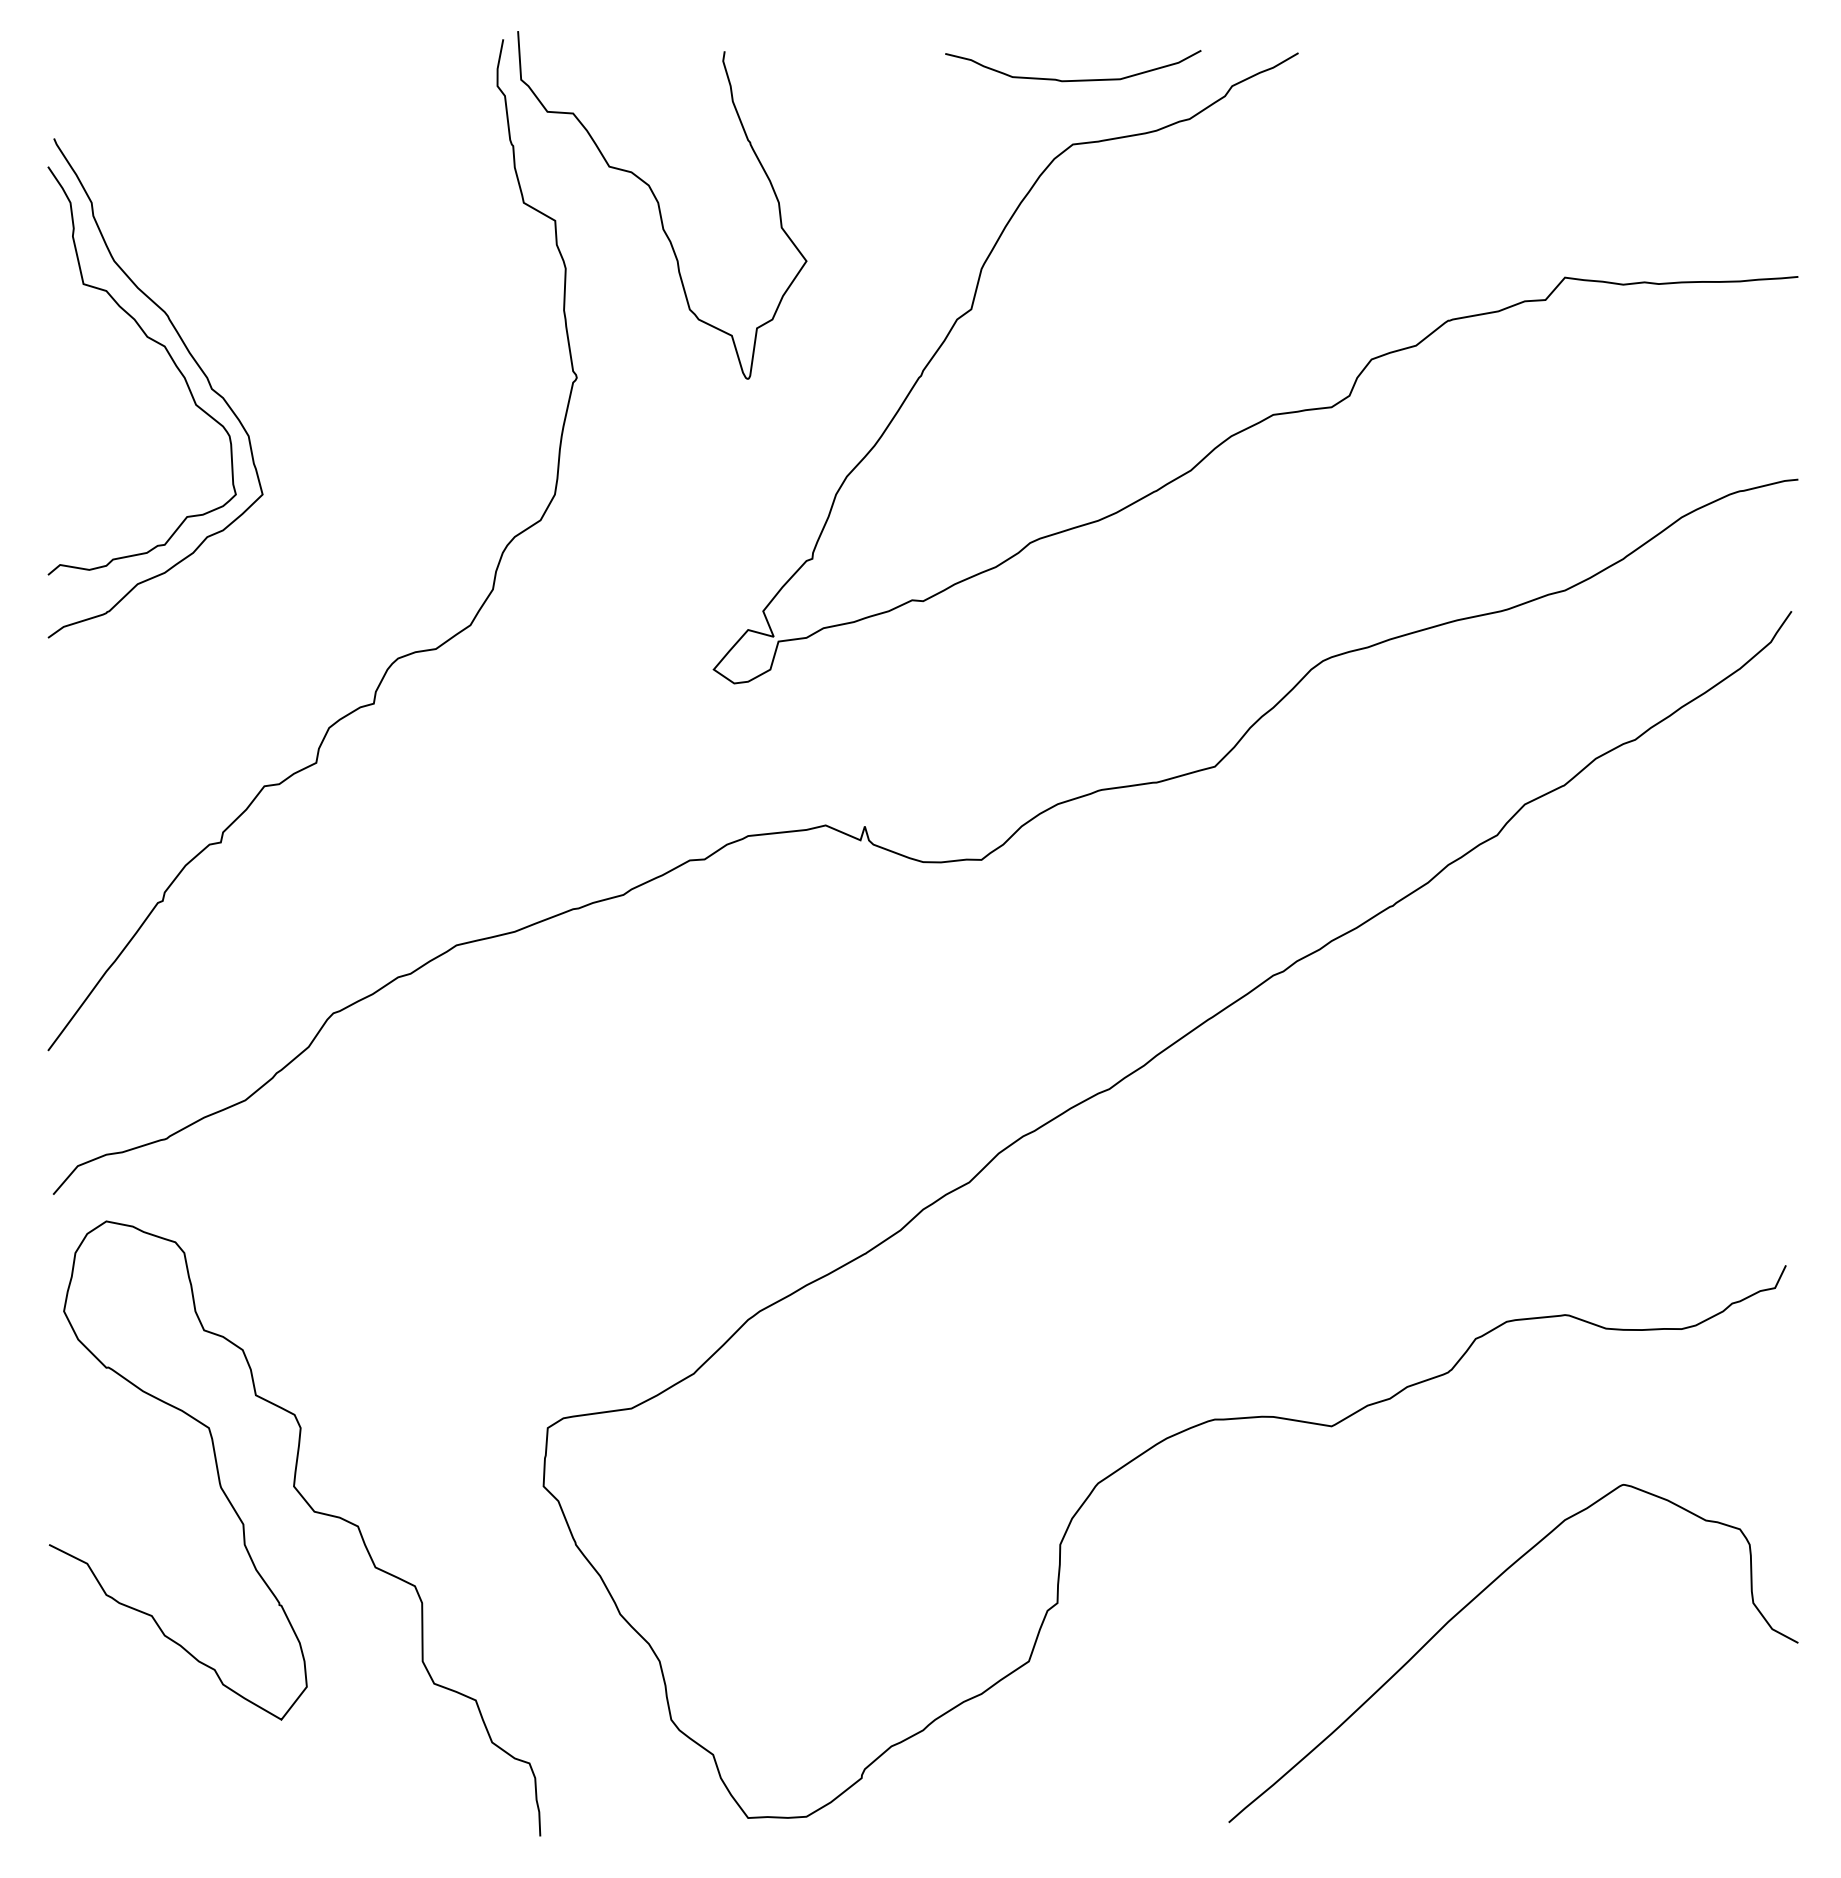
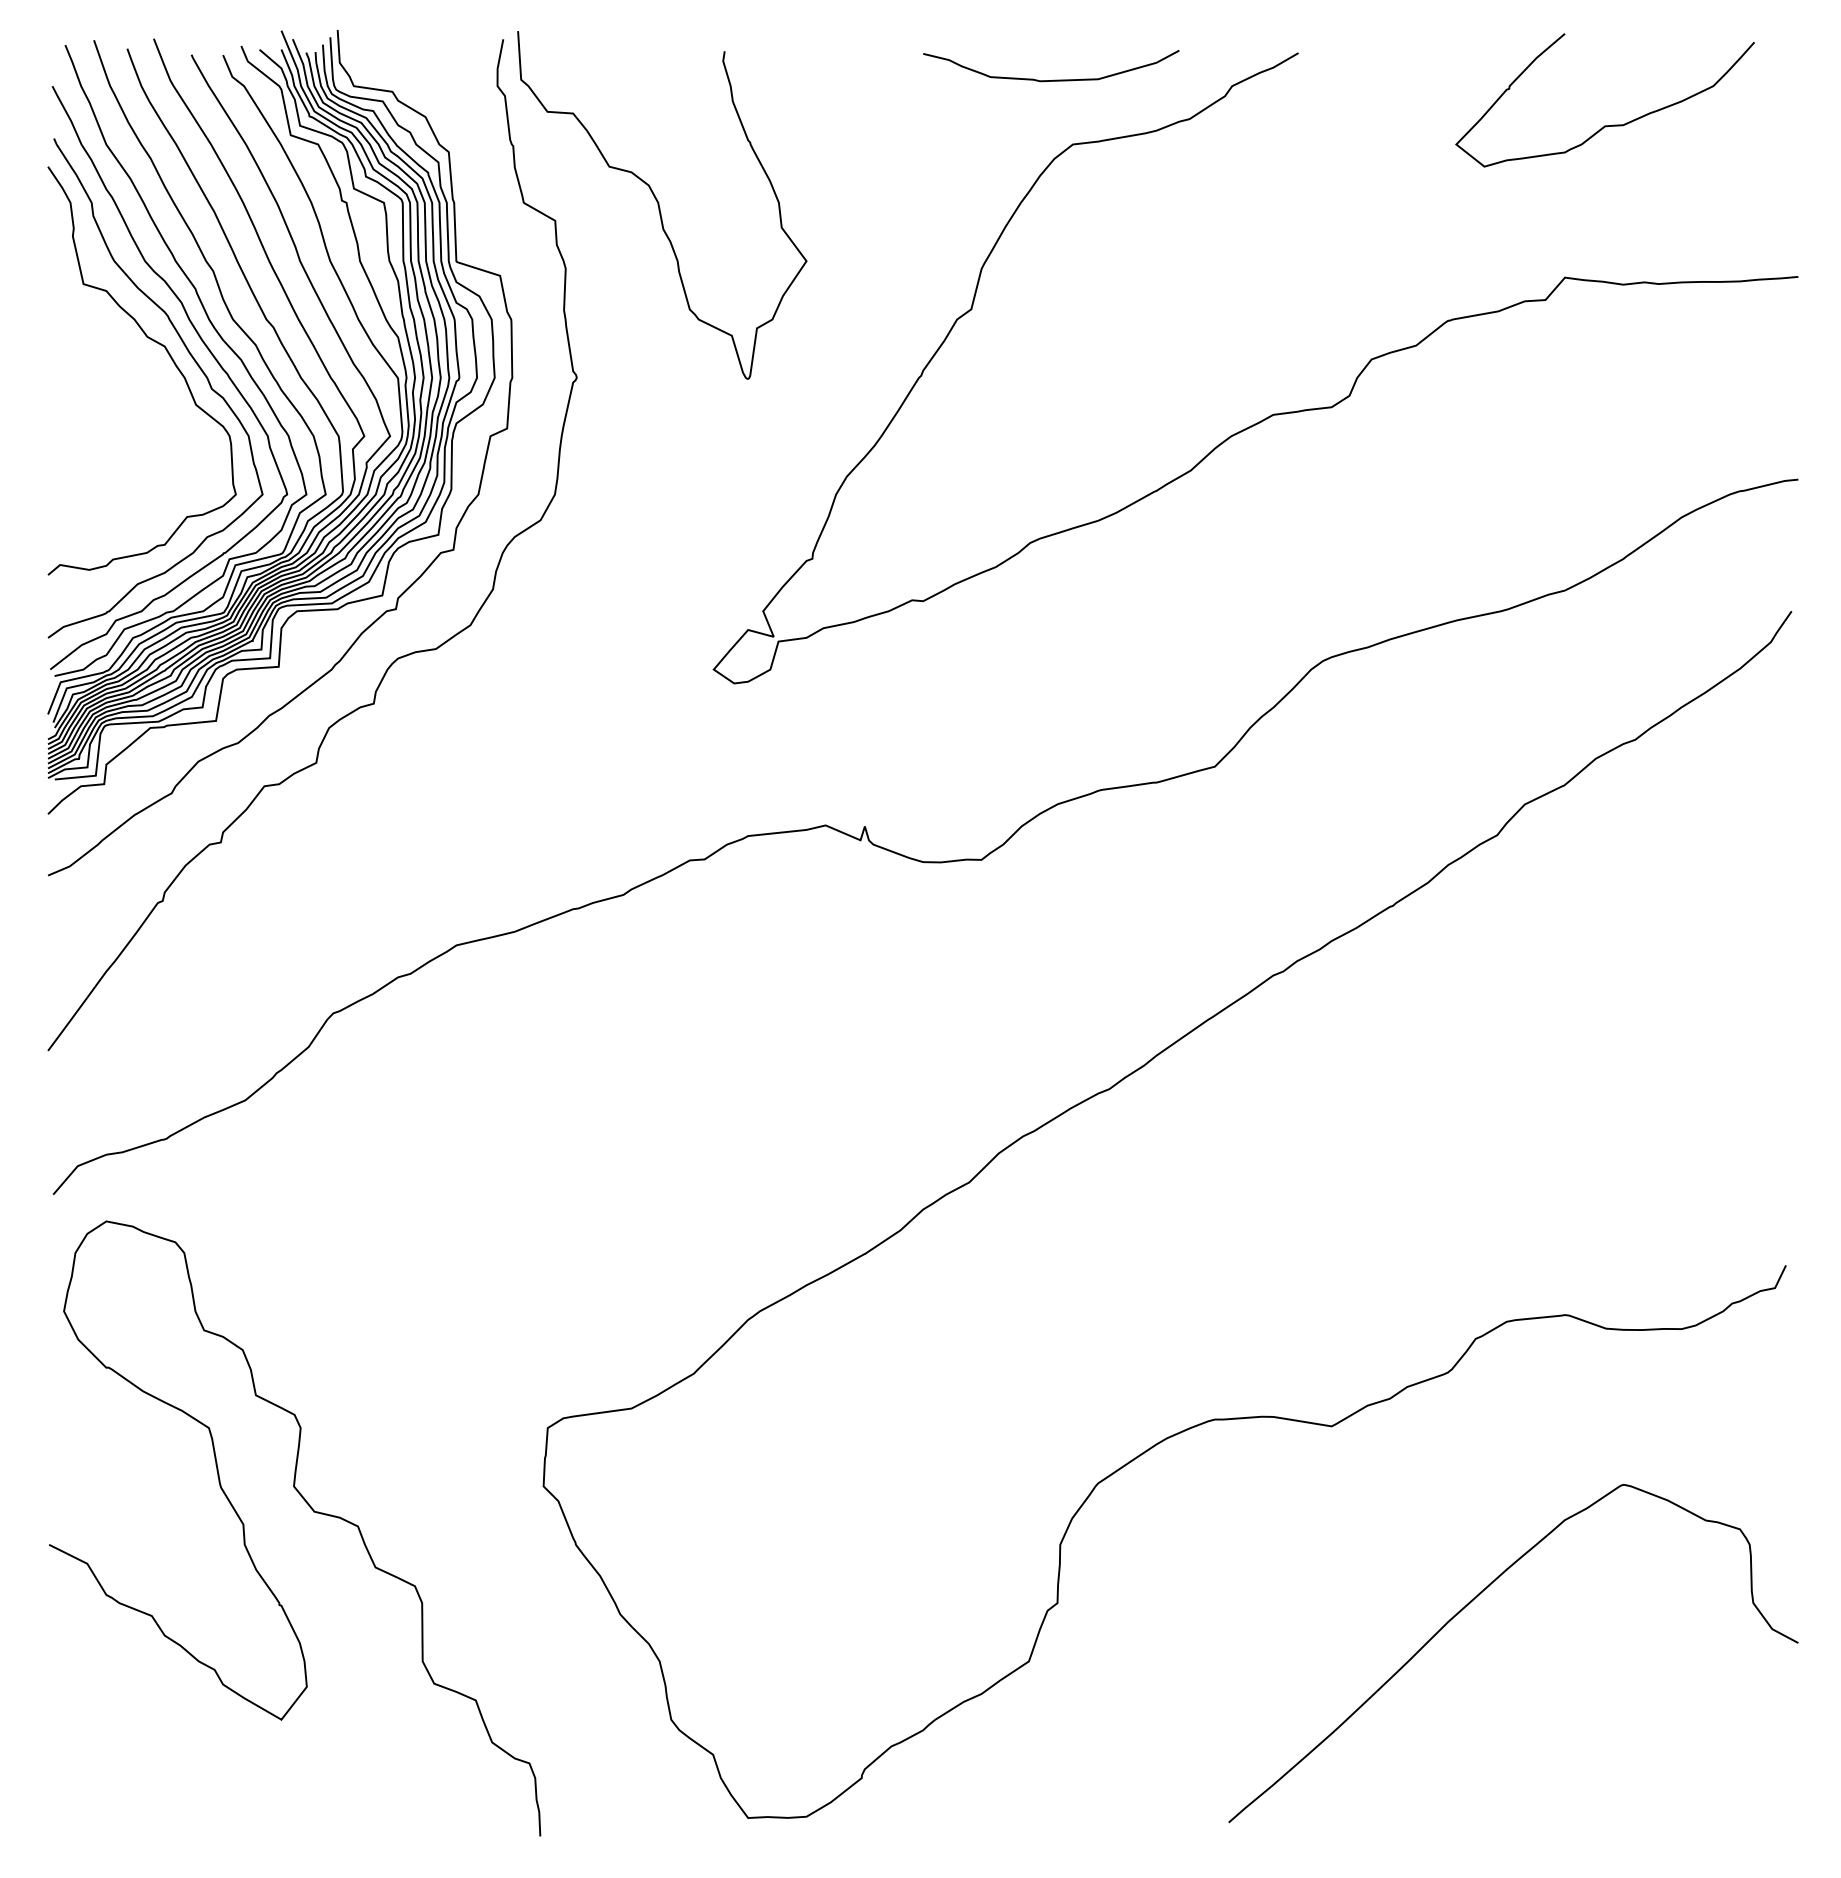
curve at (1075, 79) position: (1075, 79) -> (1053, 79)
curve at (1604, 125): none -> present
part at (274, 456): none -> present
